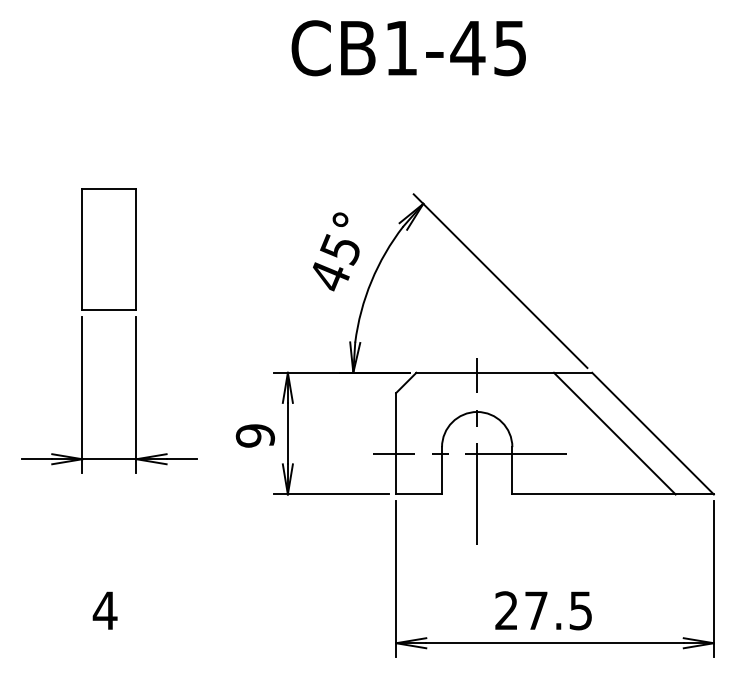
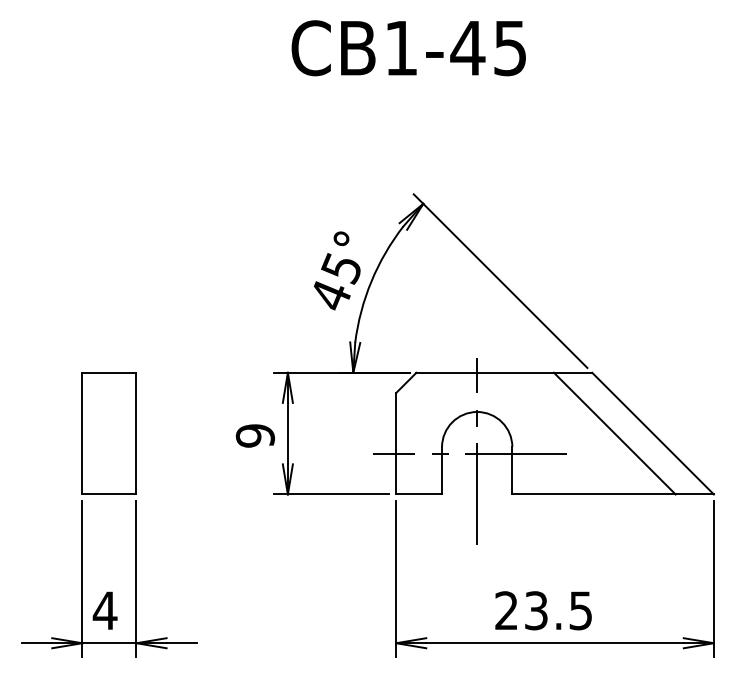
text at (336, 251) position: (336, 251) -> (337, 270)
part at (109, 310) position: (109, 310) -> (109, 494)
text at (536, 610): 27.5 -> 23.5
